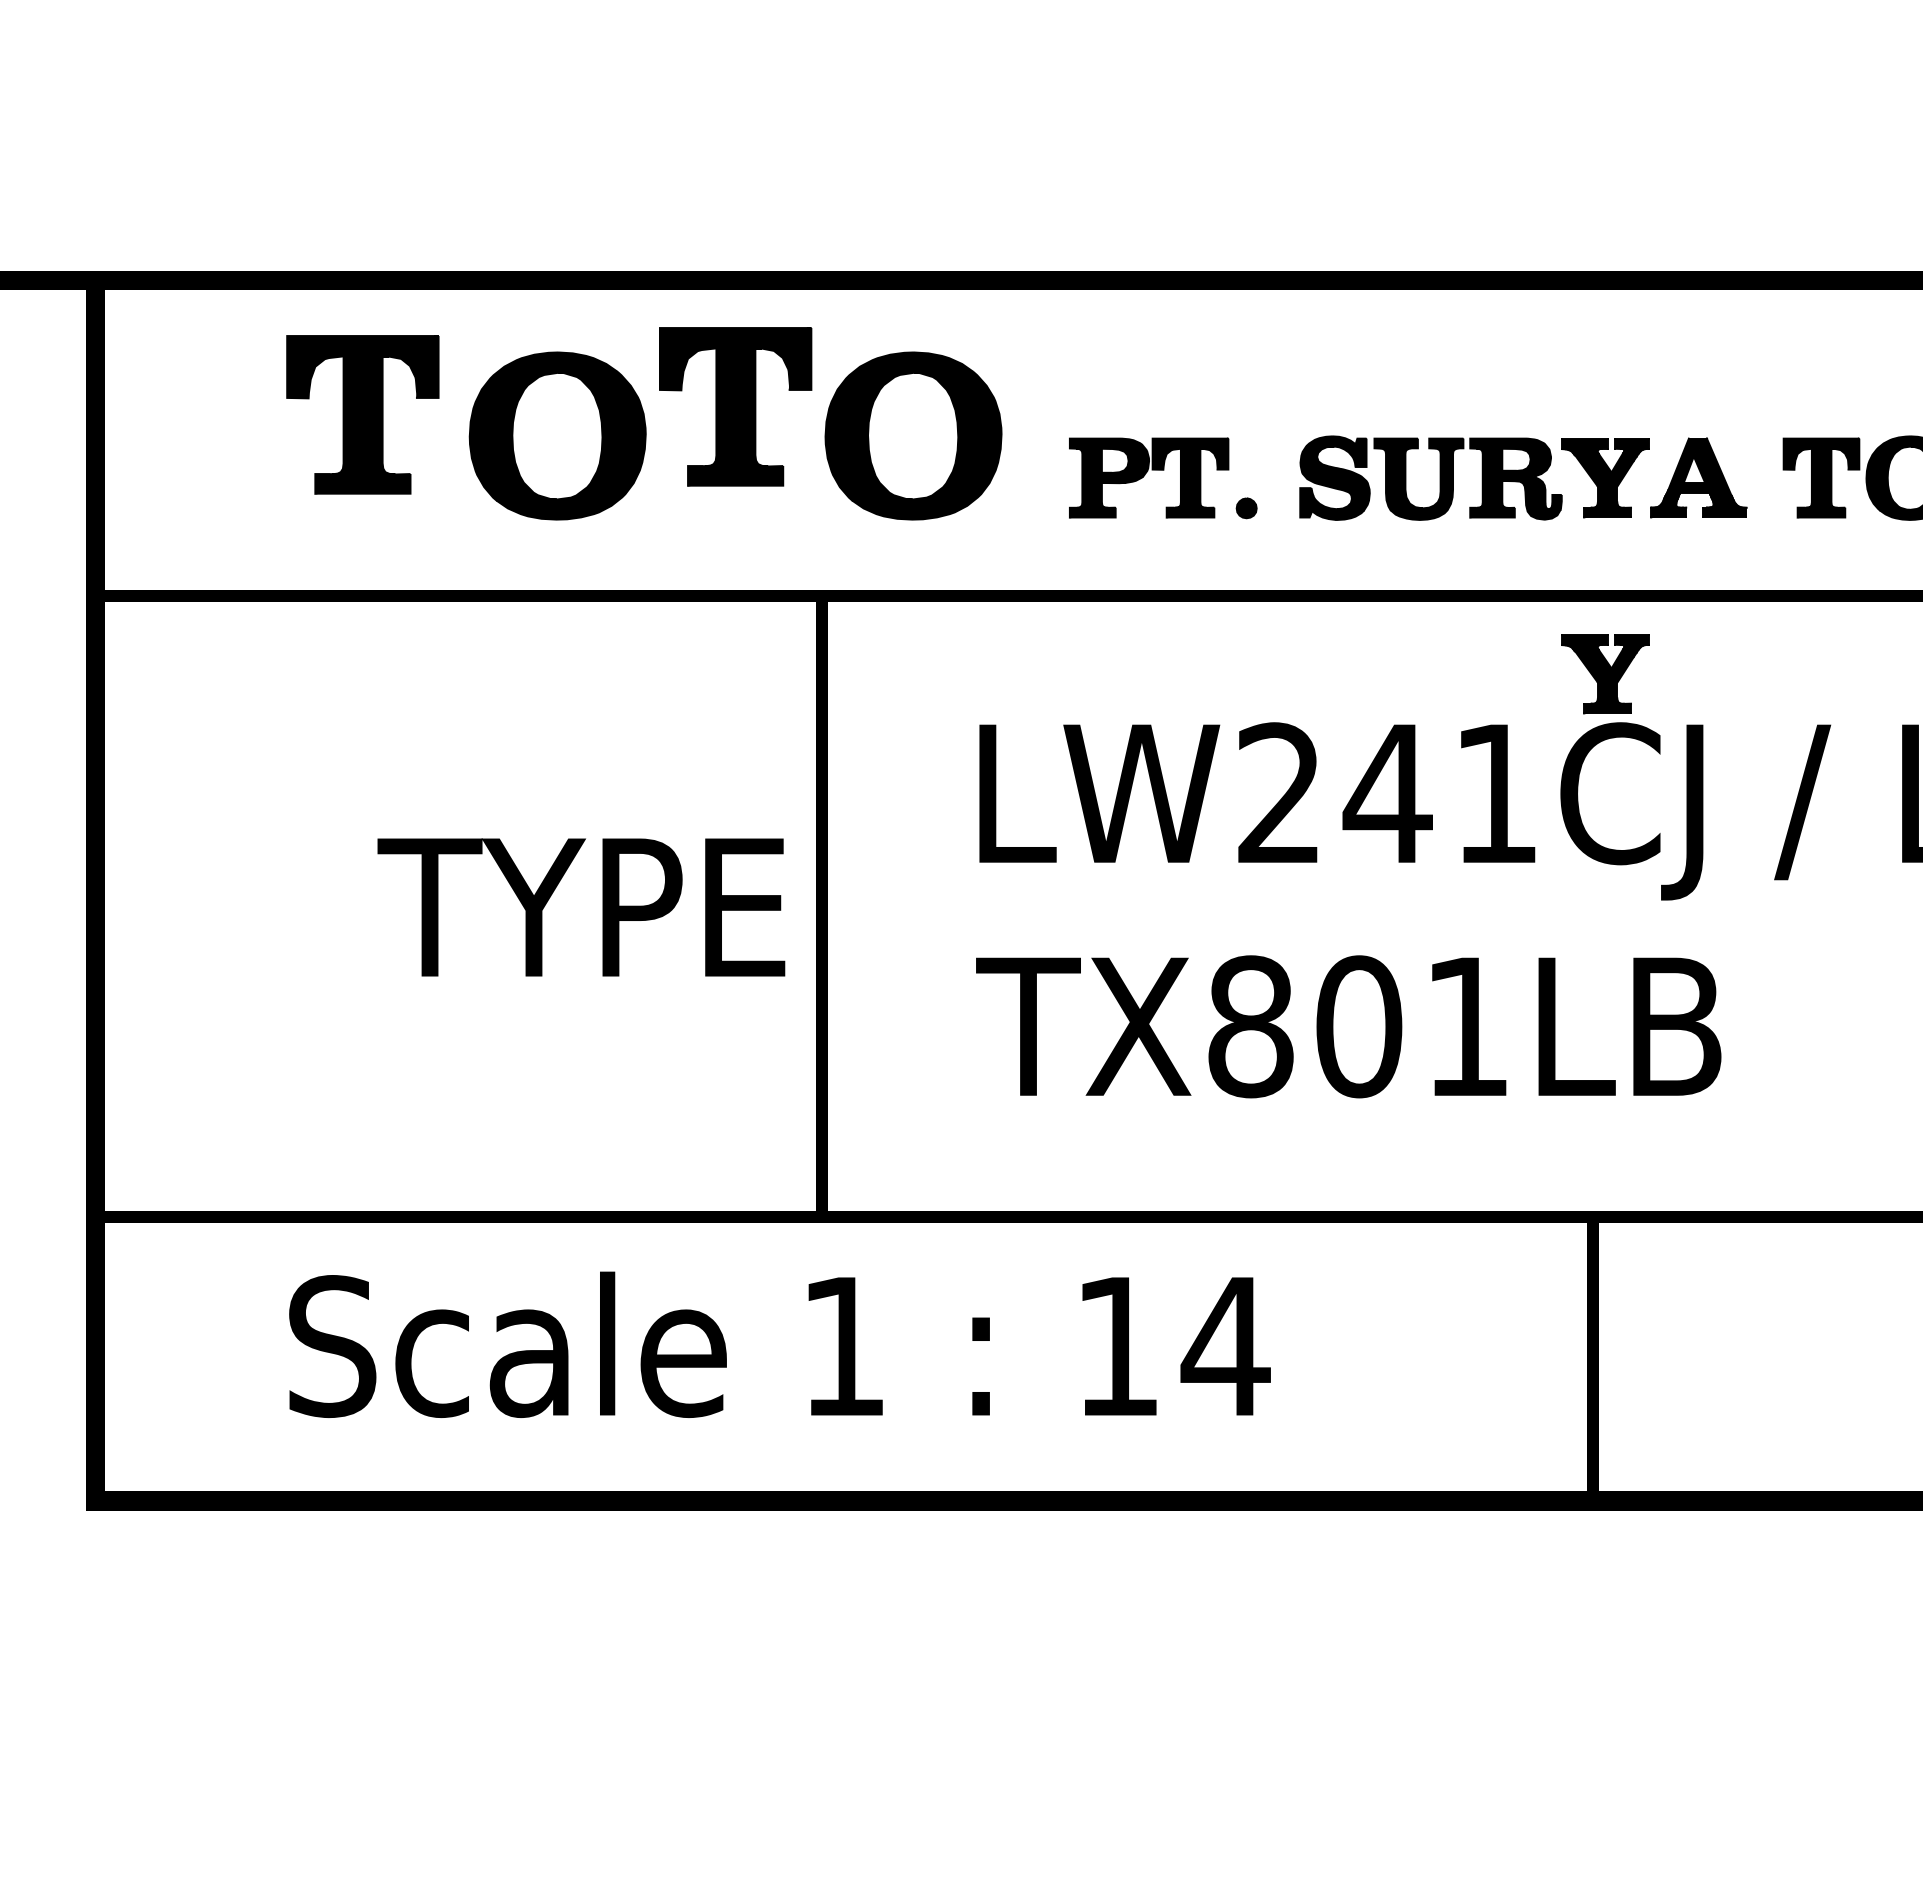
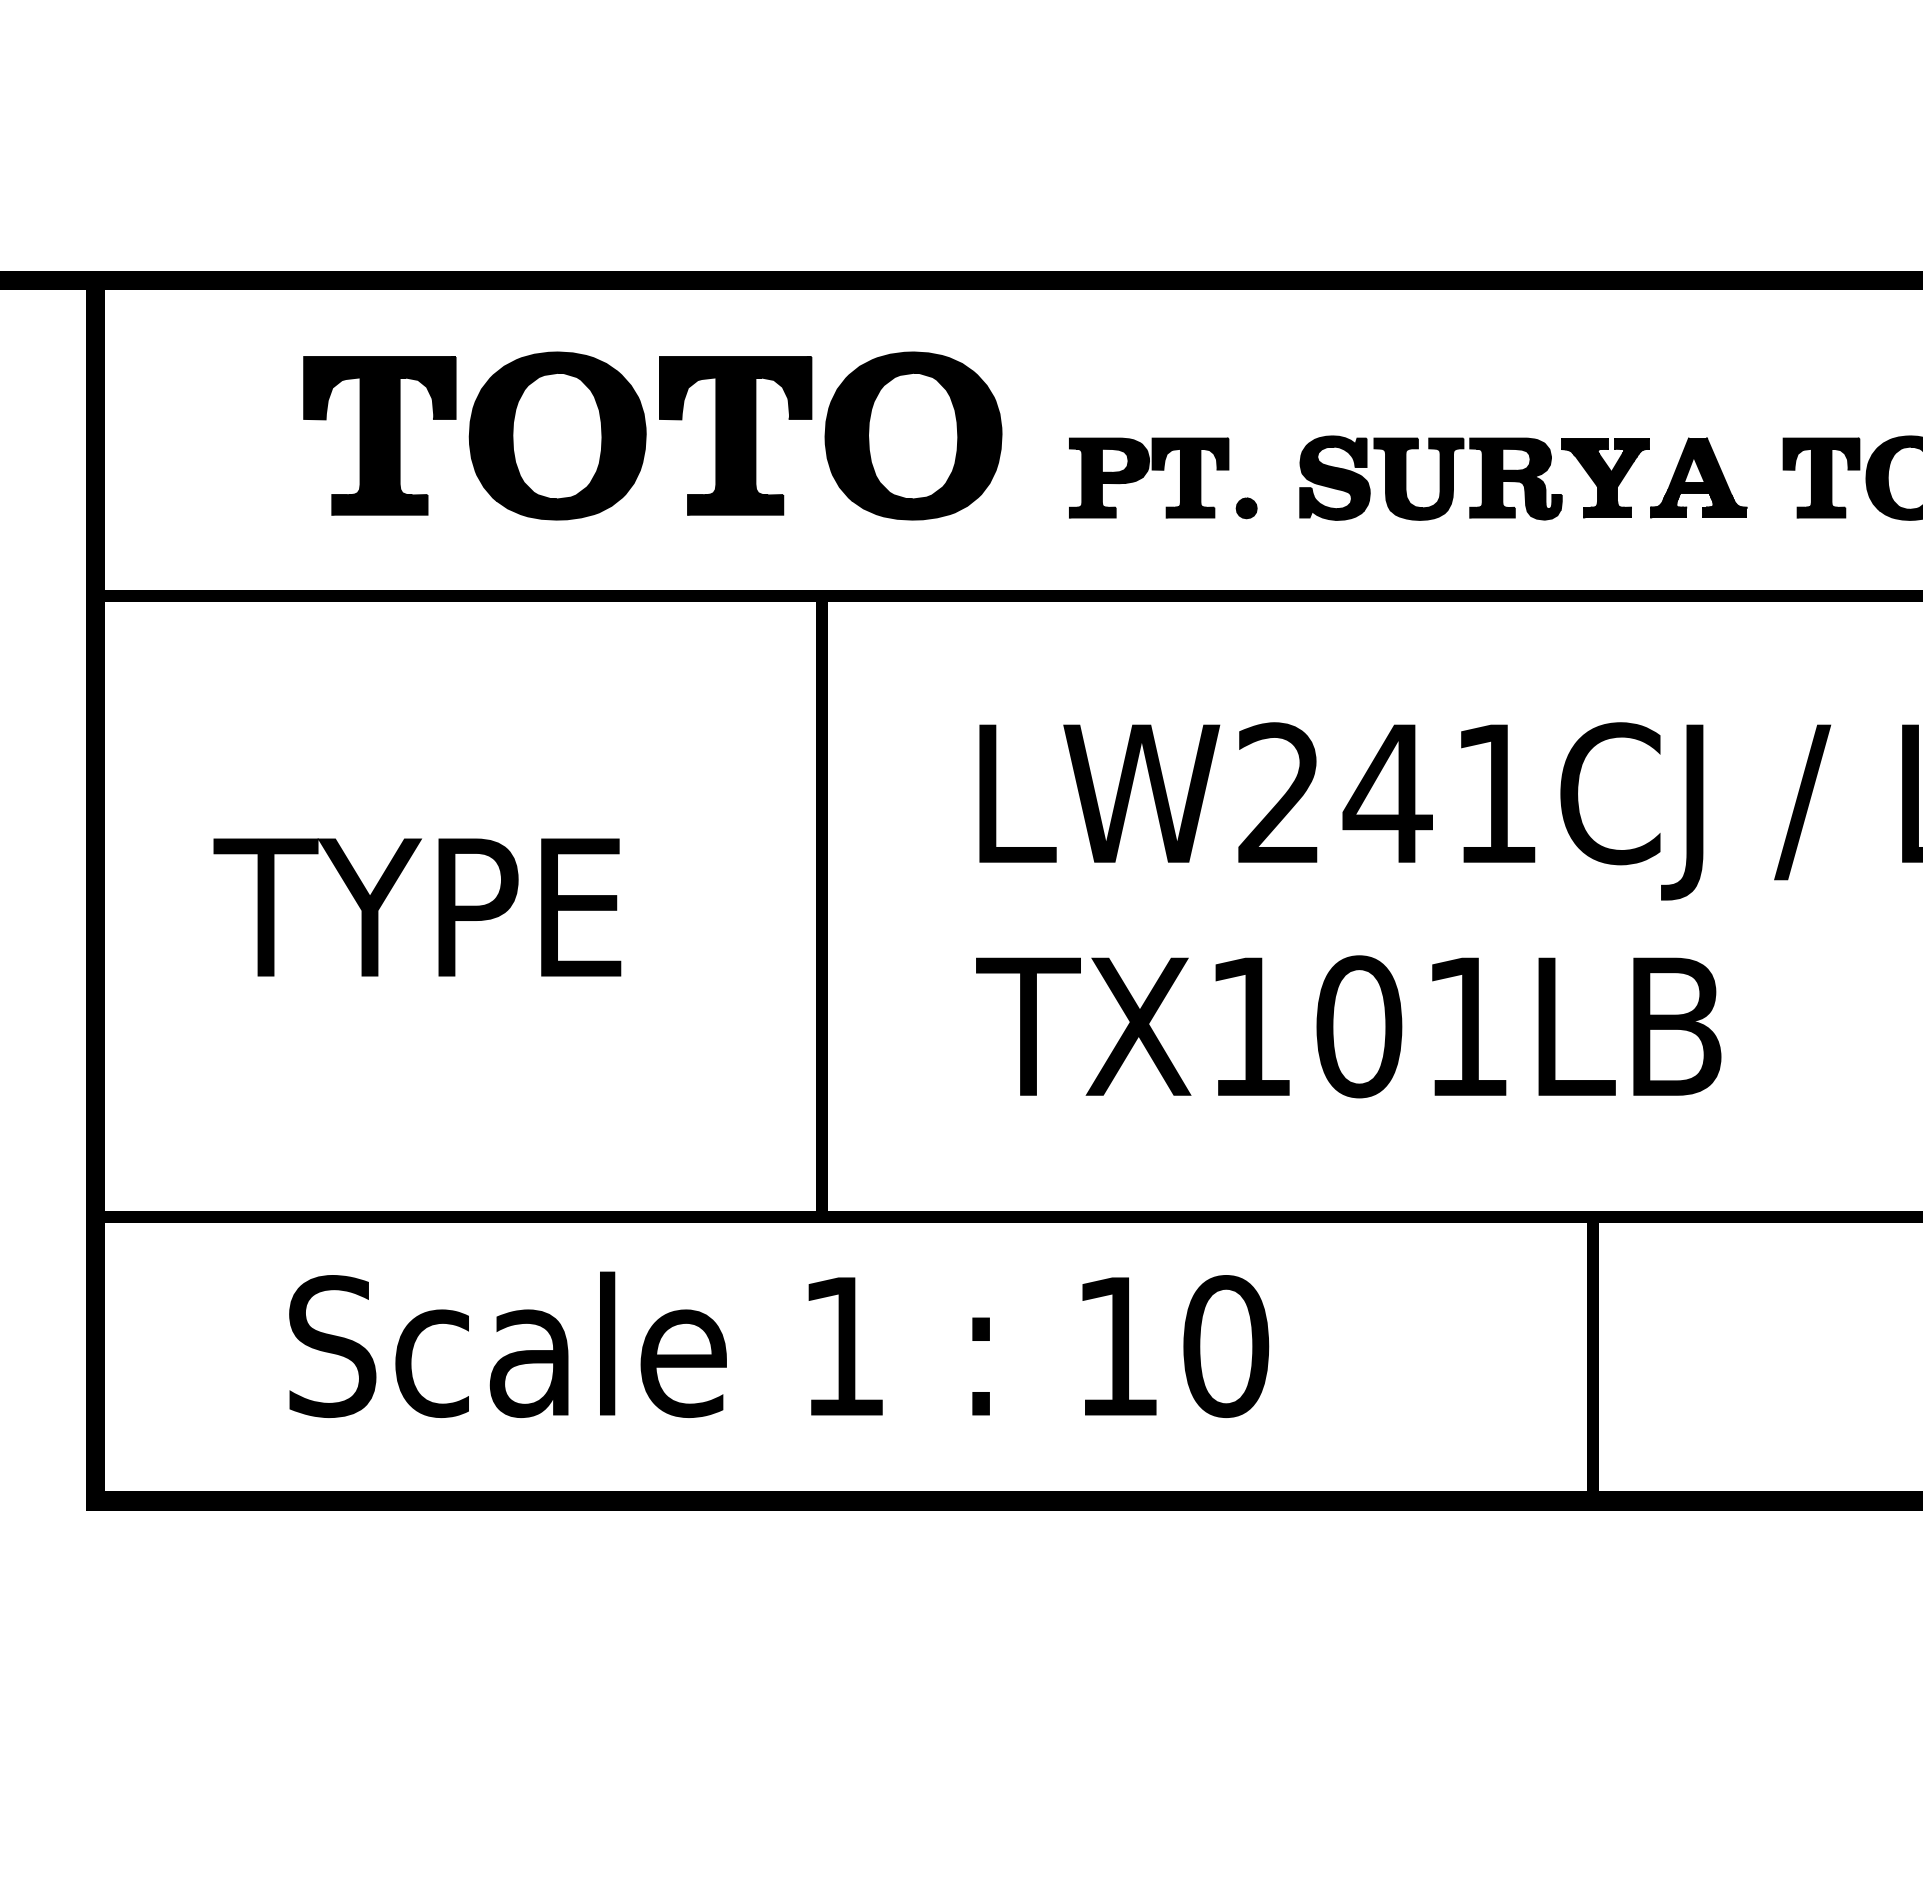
part at (735, 406) position: (735, 406) -> (735, 435)
part at (362, 414) position: (362, 414) -> (379, 435)
part at (1605, 674): present -> none
text at (581, 907) position: (581, 907) -> (417, 907)
text at (1250, 1026): TX801LB -> TX101LB
text at (1225, 1346): 14 -> 10
